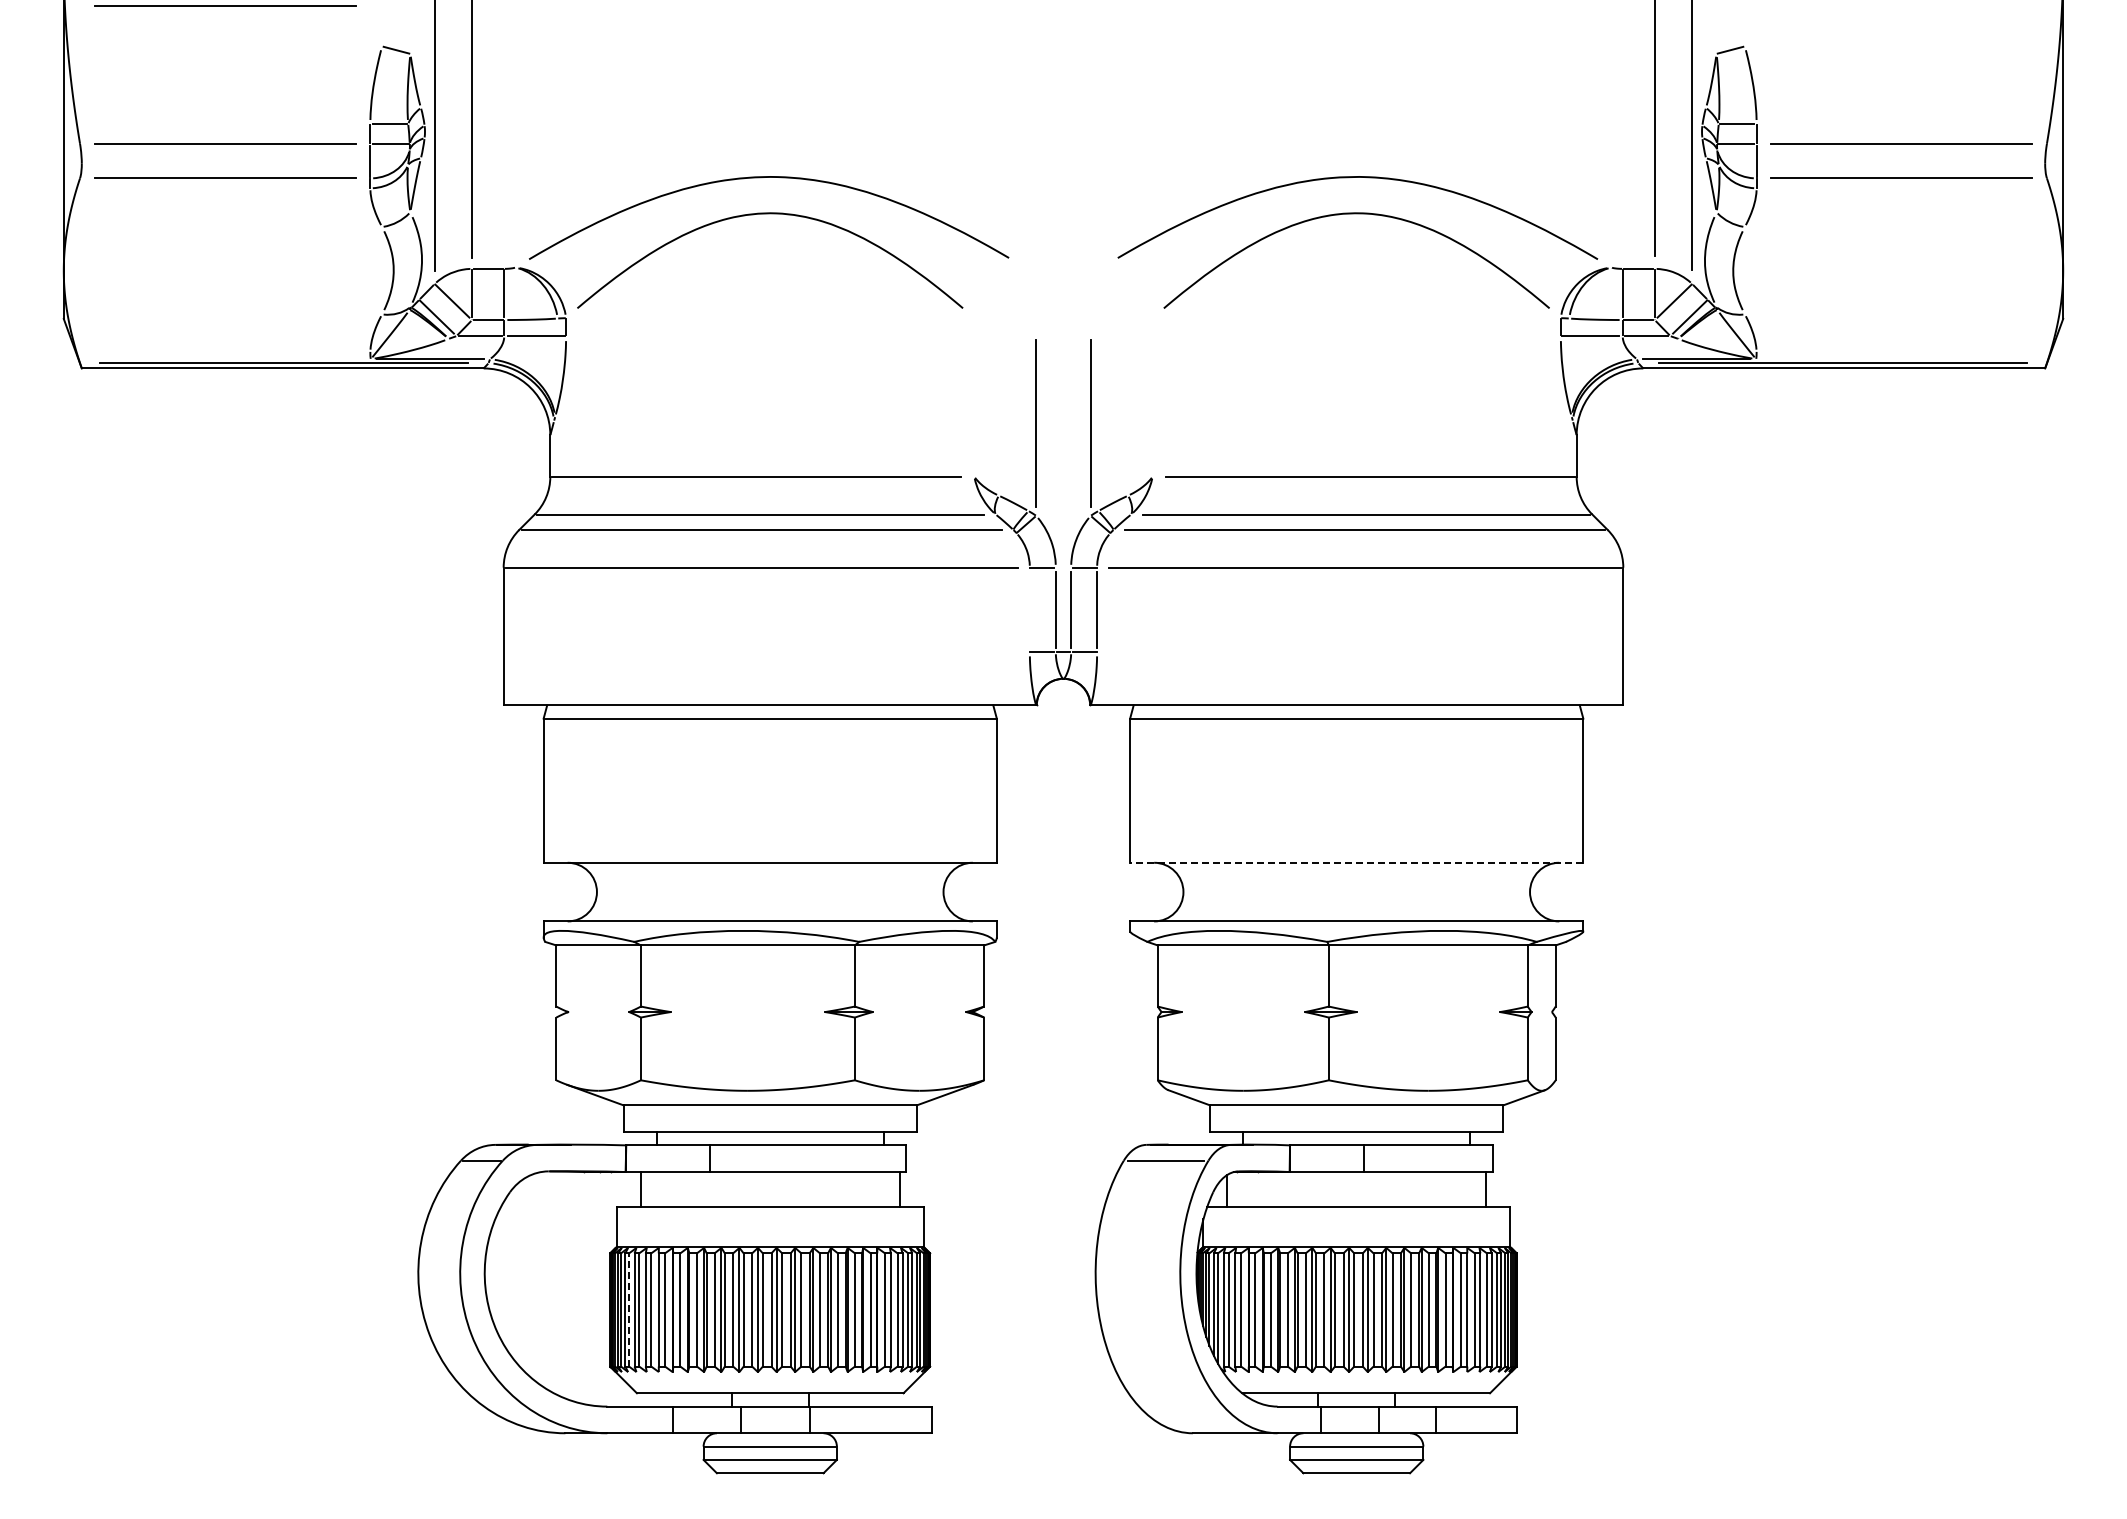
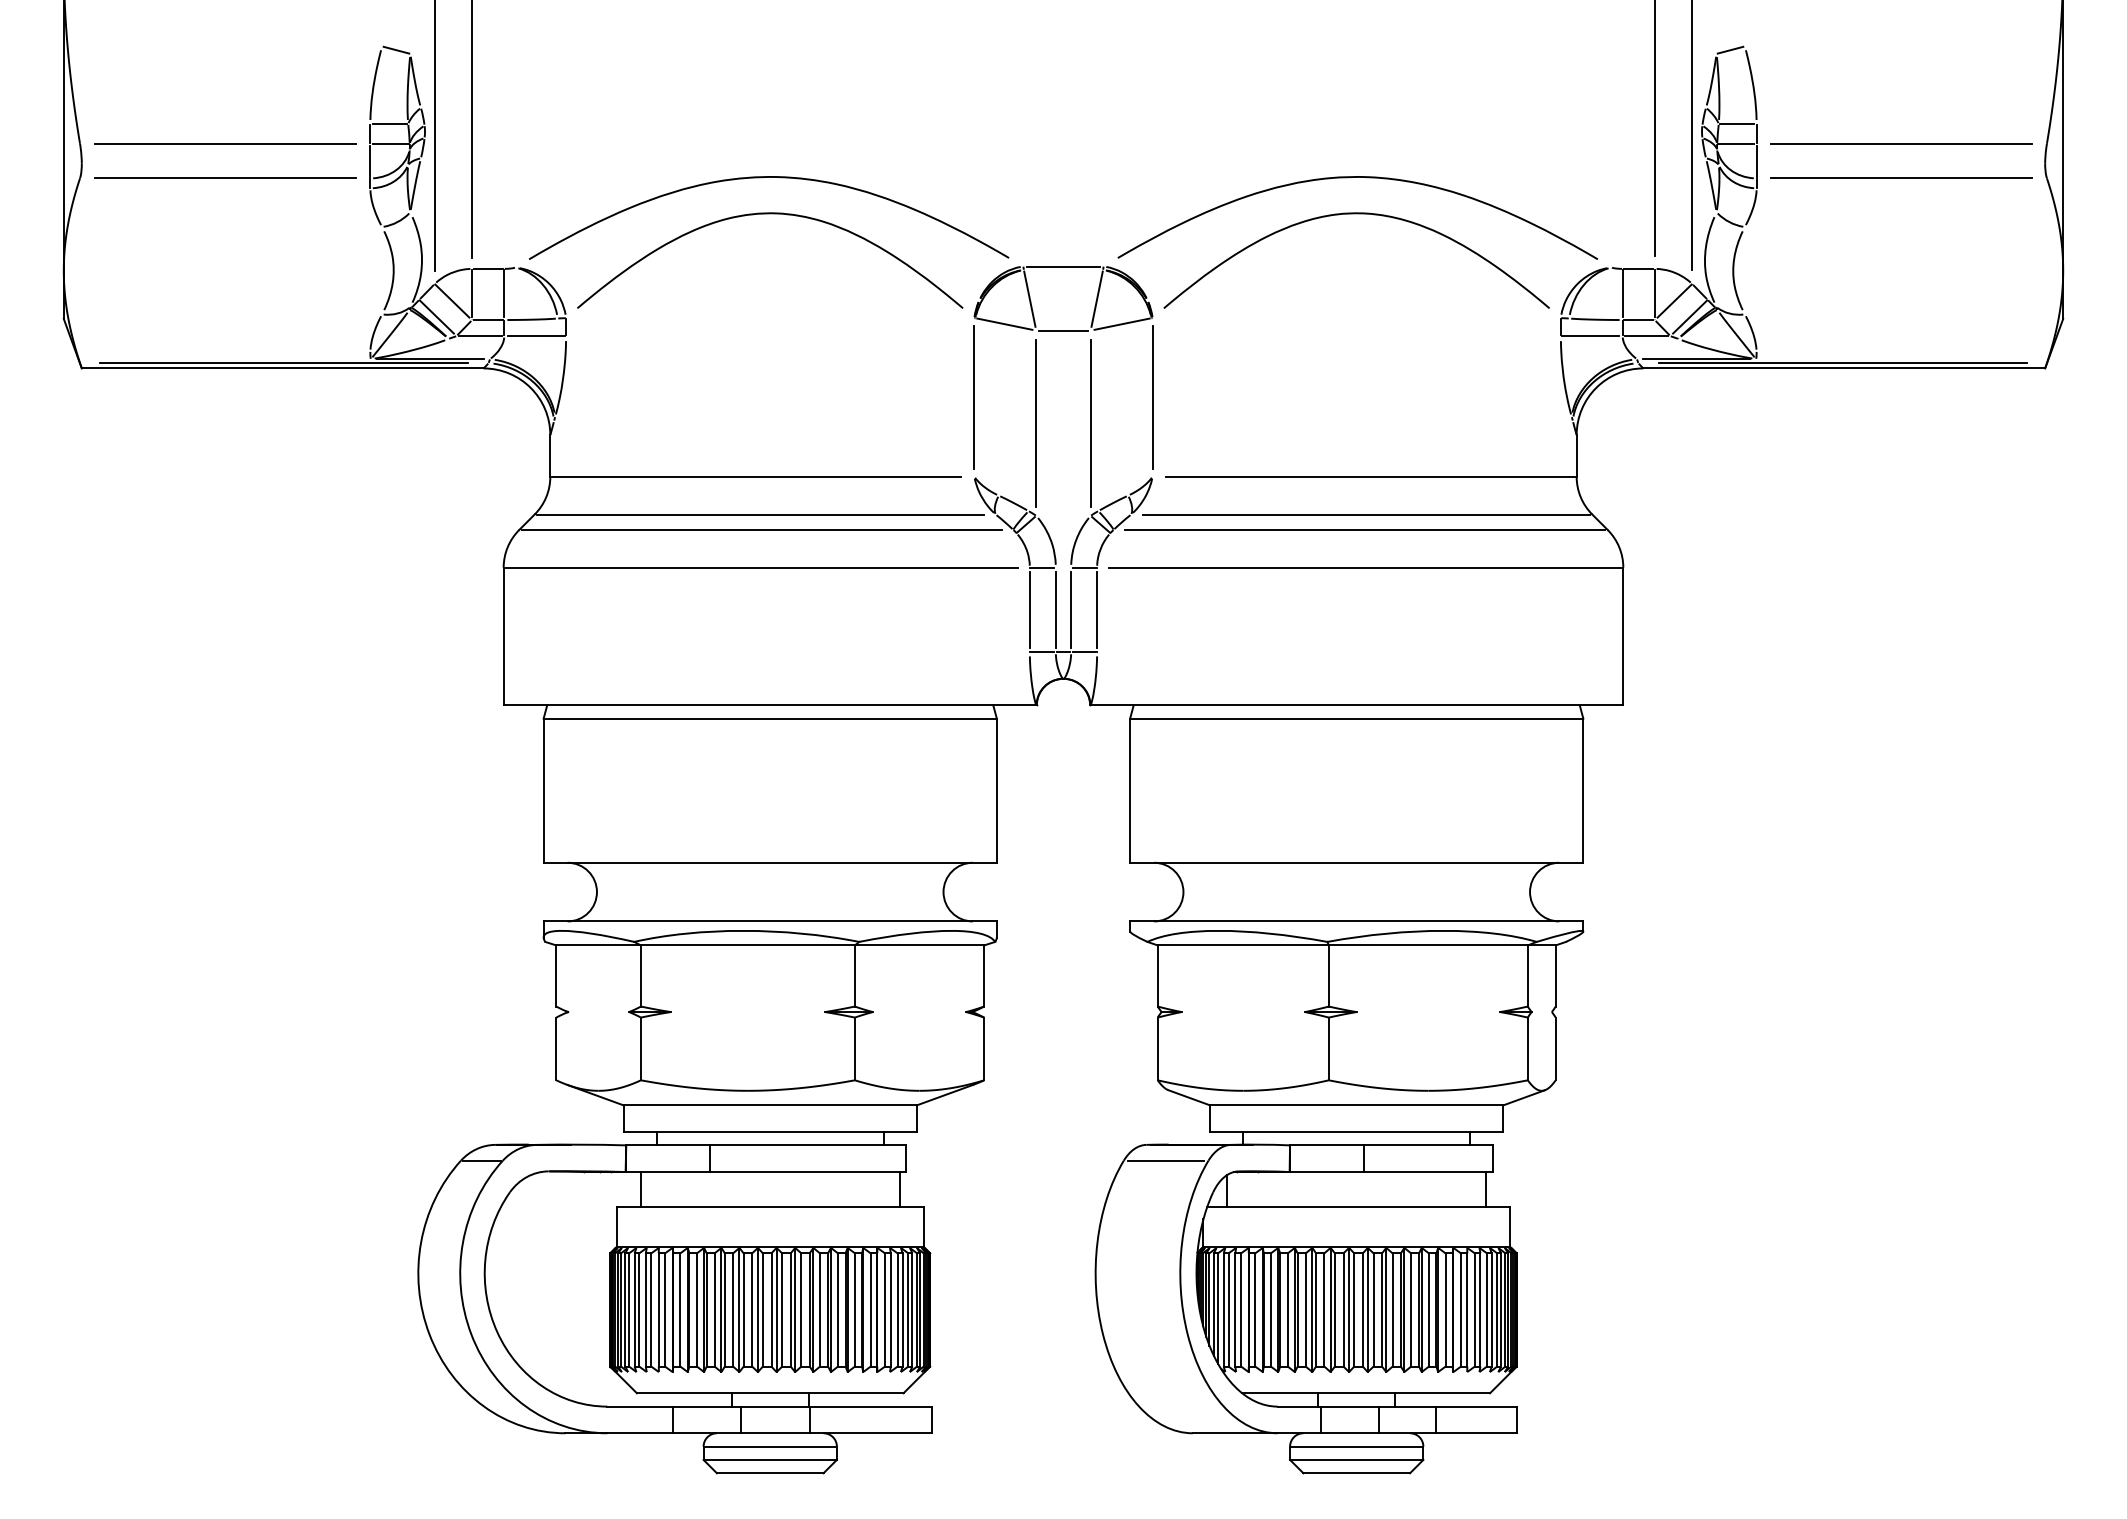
line at (225, 5): present -> none
part at (1063, 331): none -> present
line at (1029, 609): none -> present
line at (1356, 862): dashed -> solid
line at (629, 1309): dashed -> solid
